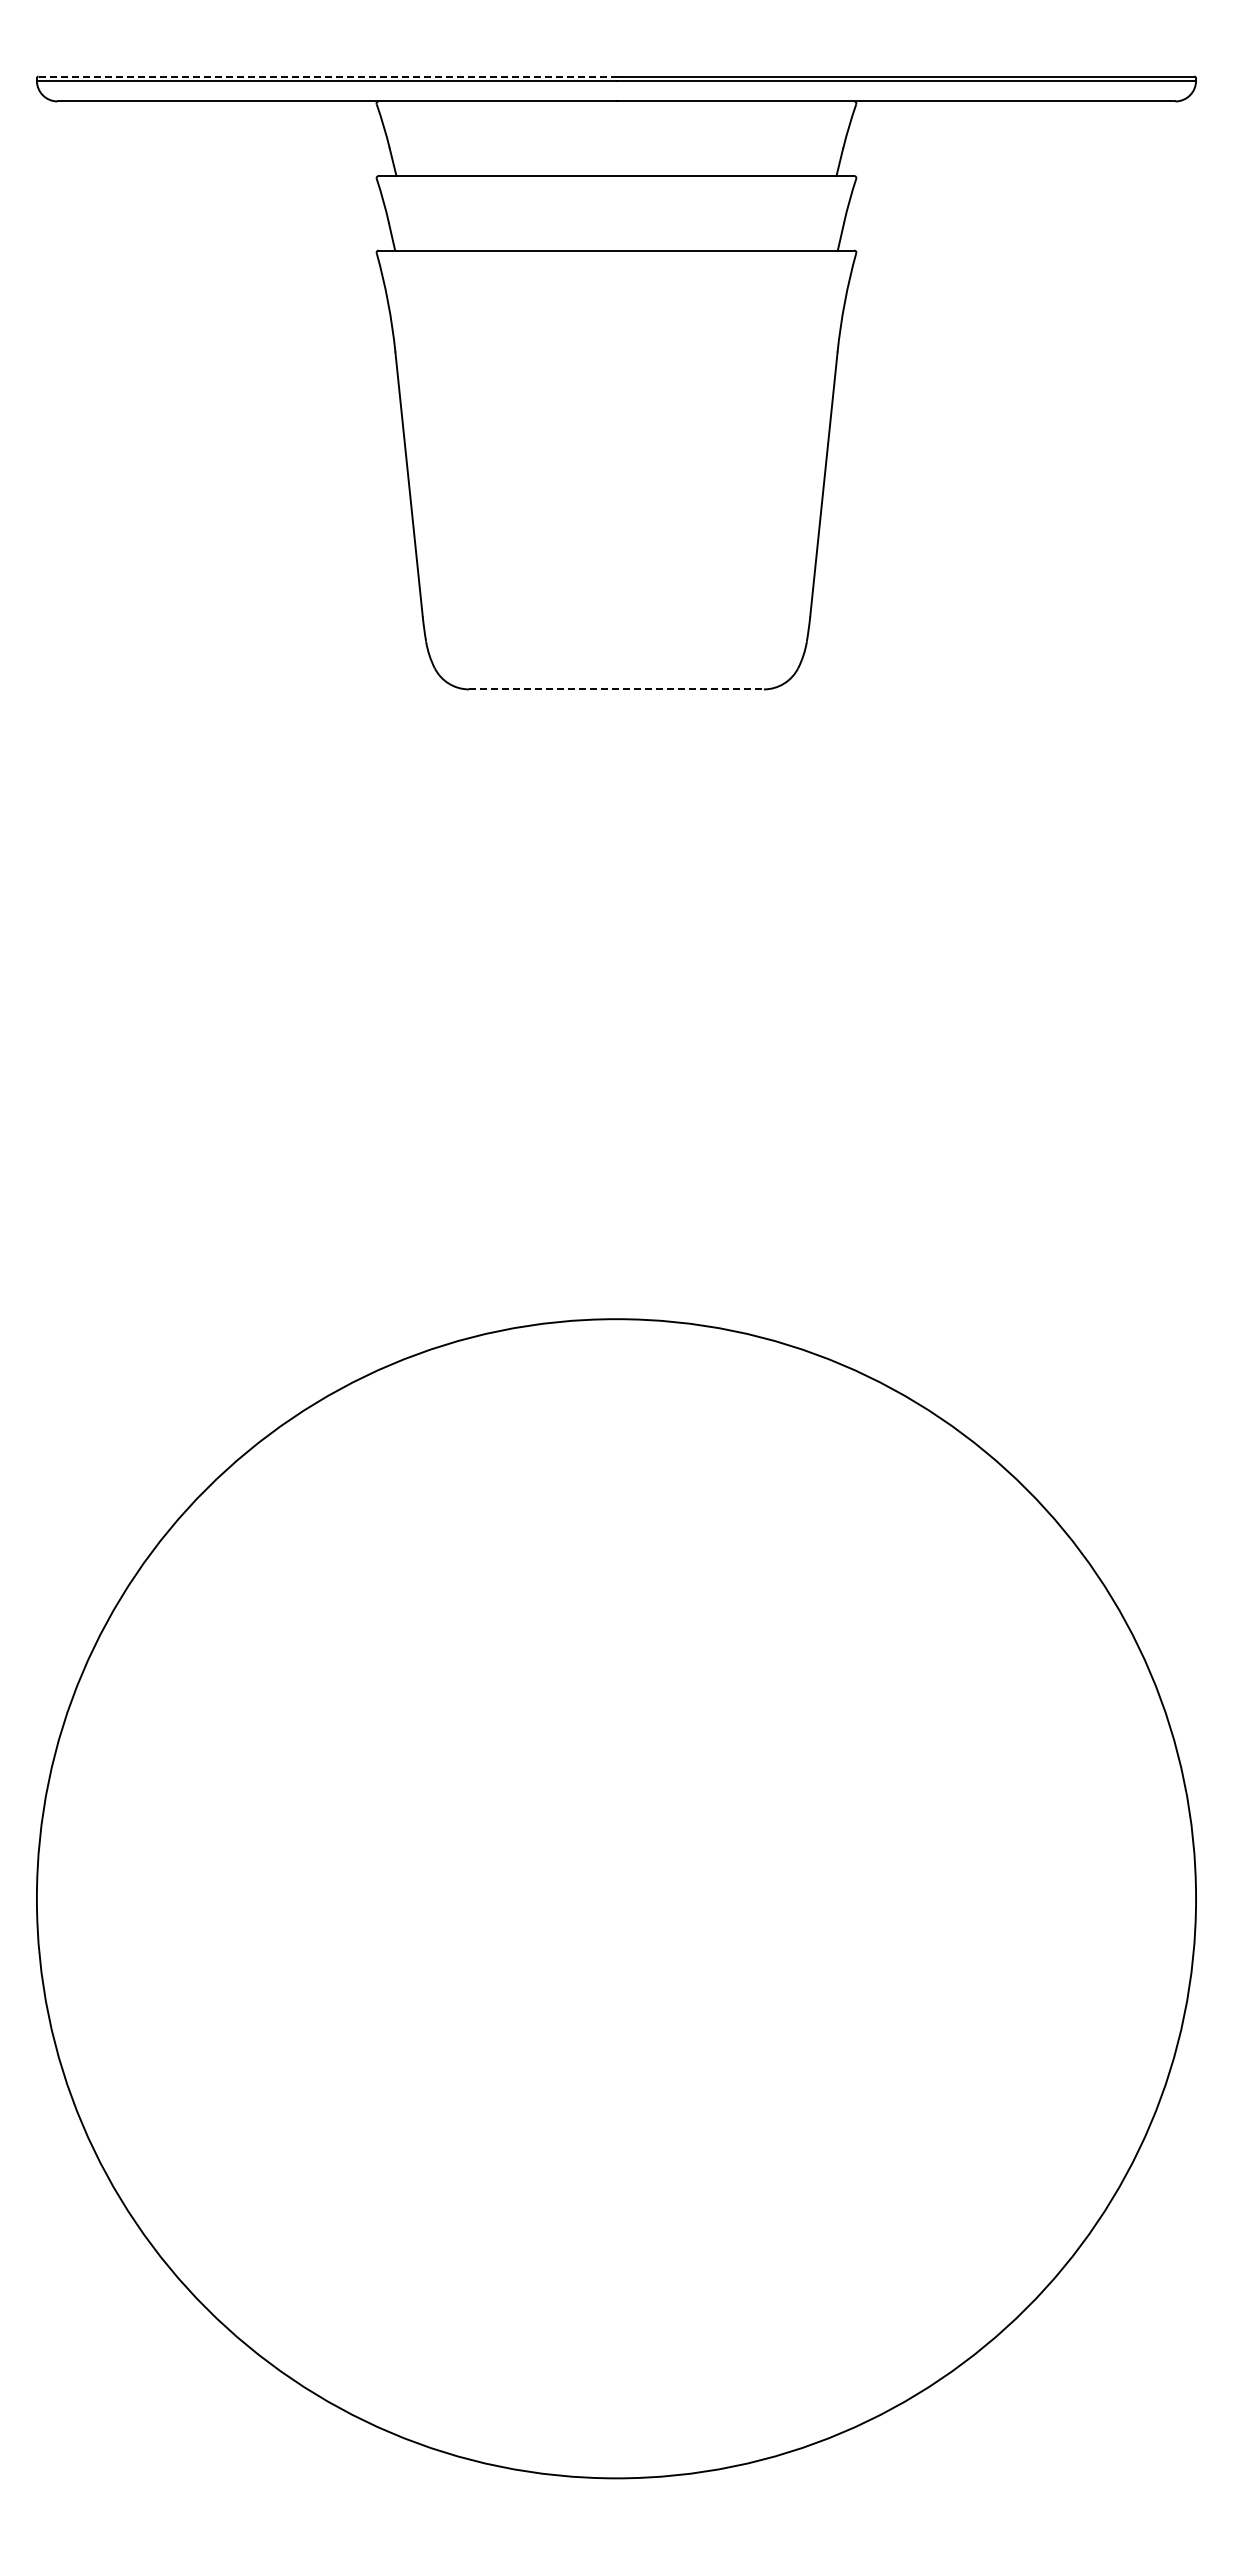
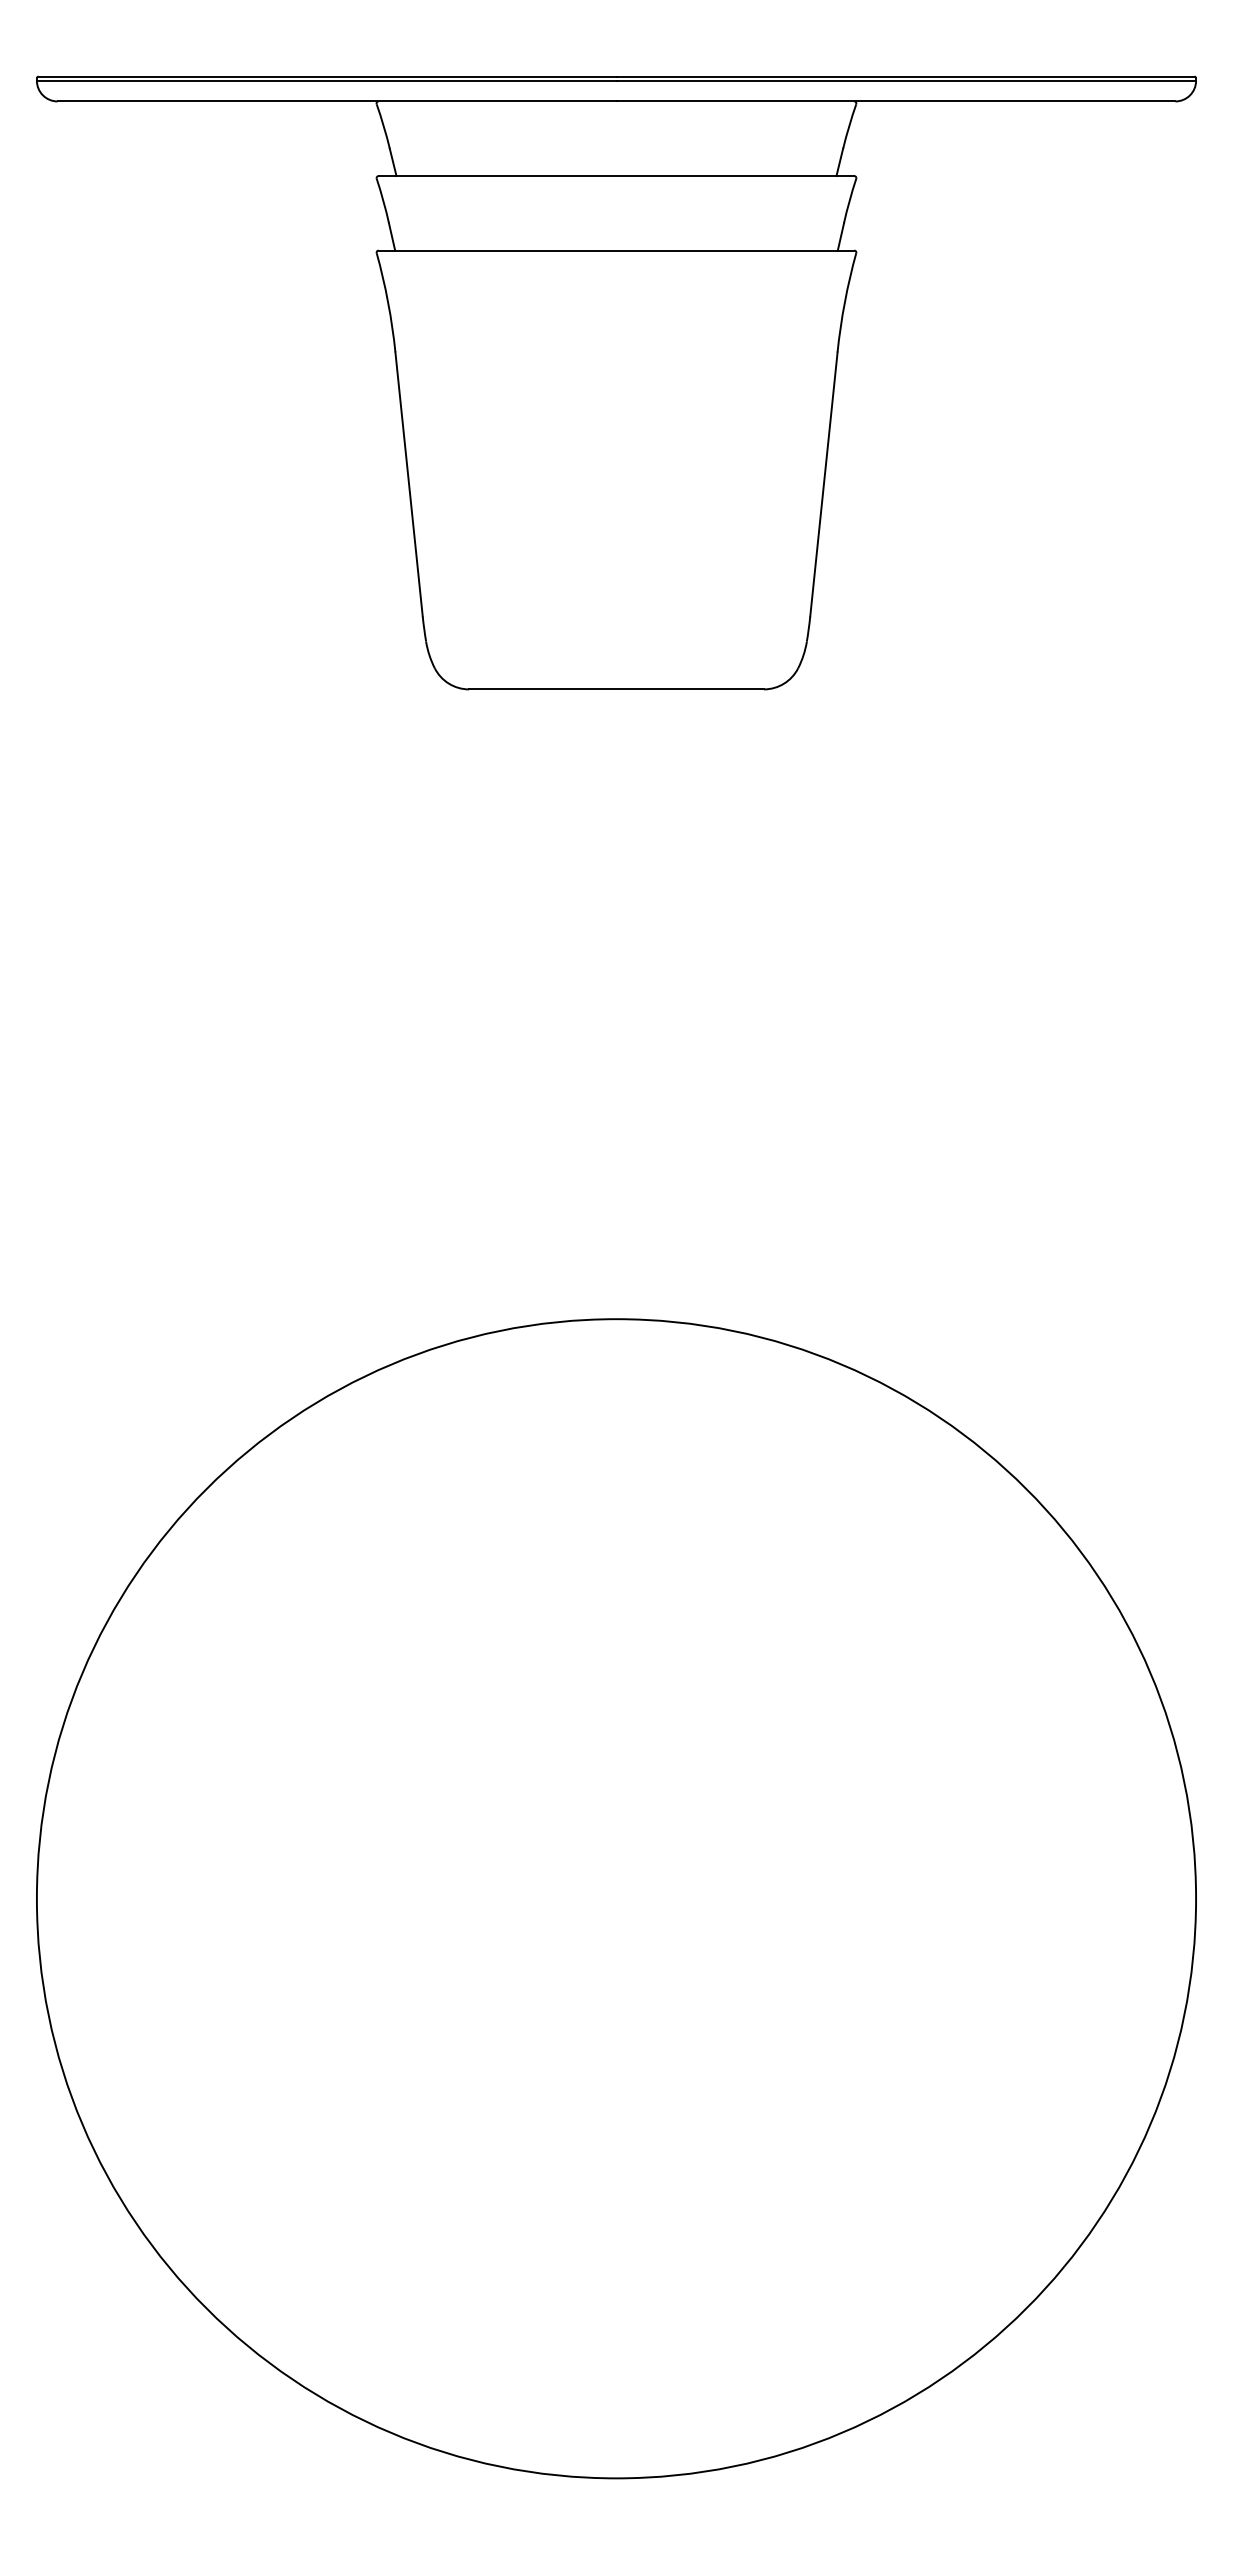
line at (327, 76): dashed -> solid
line at (617, 689): dashed -> solid
